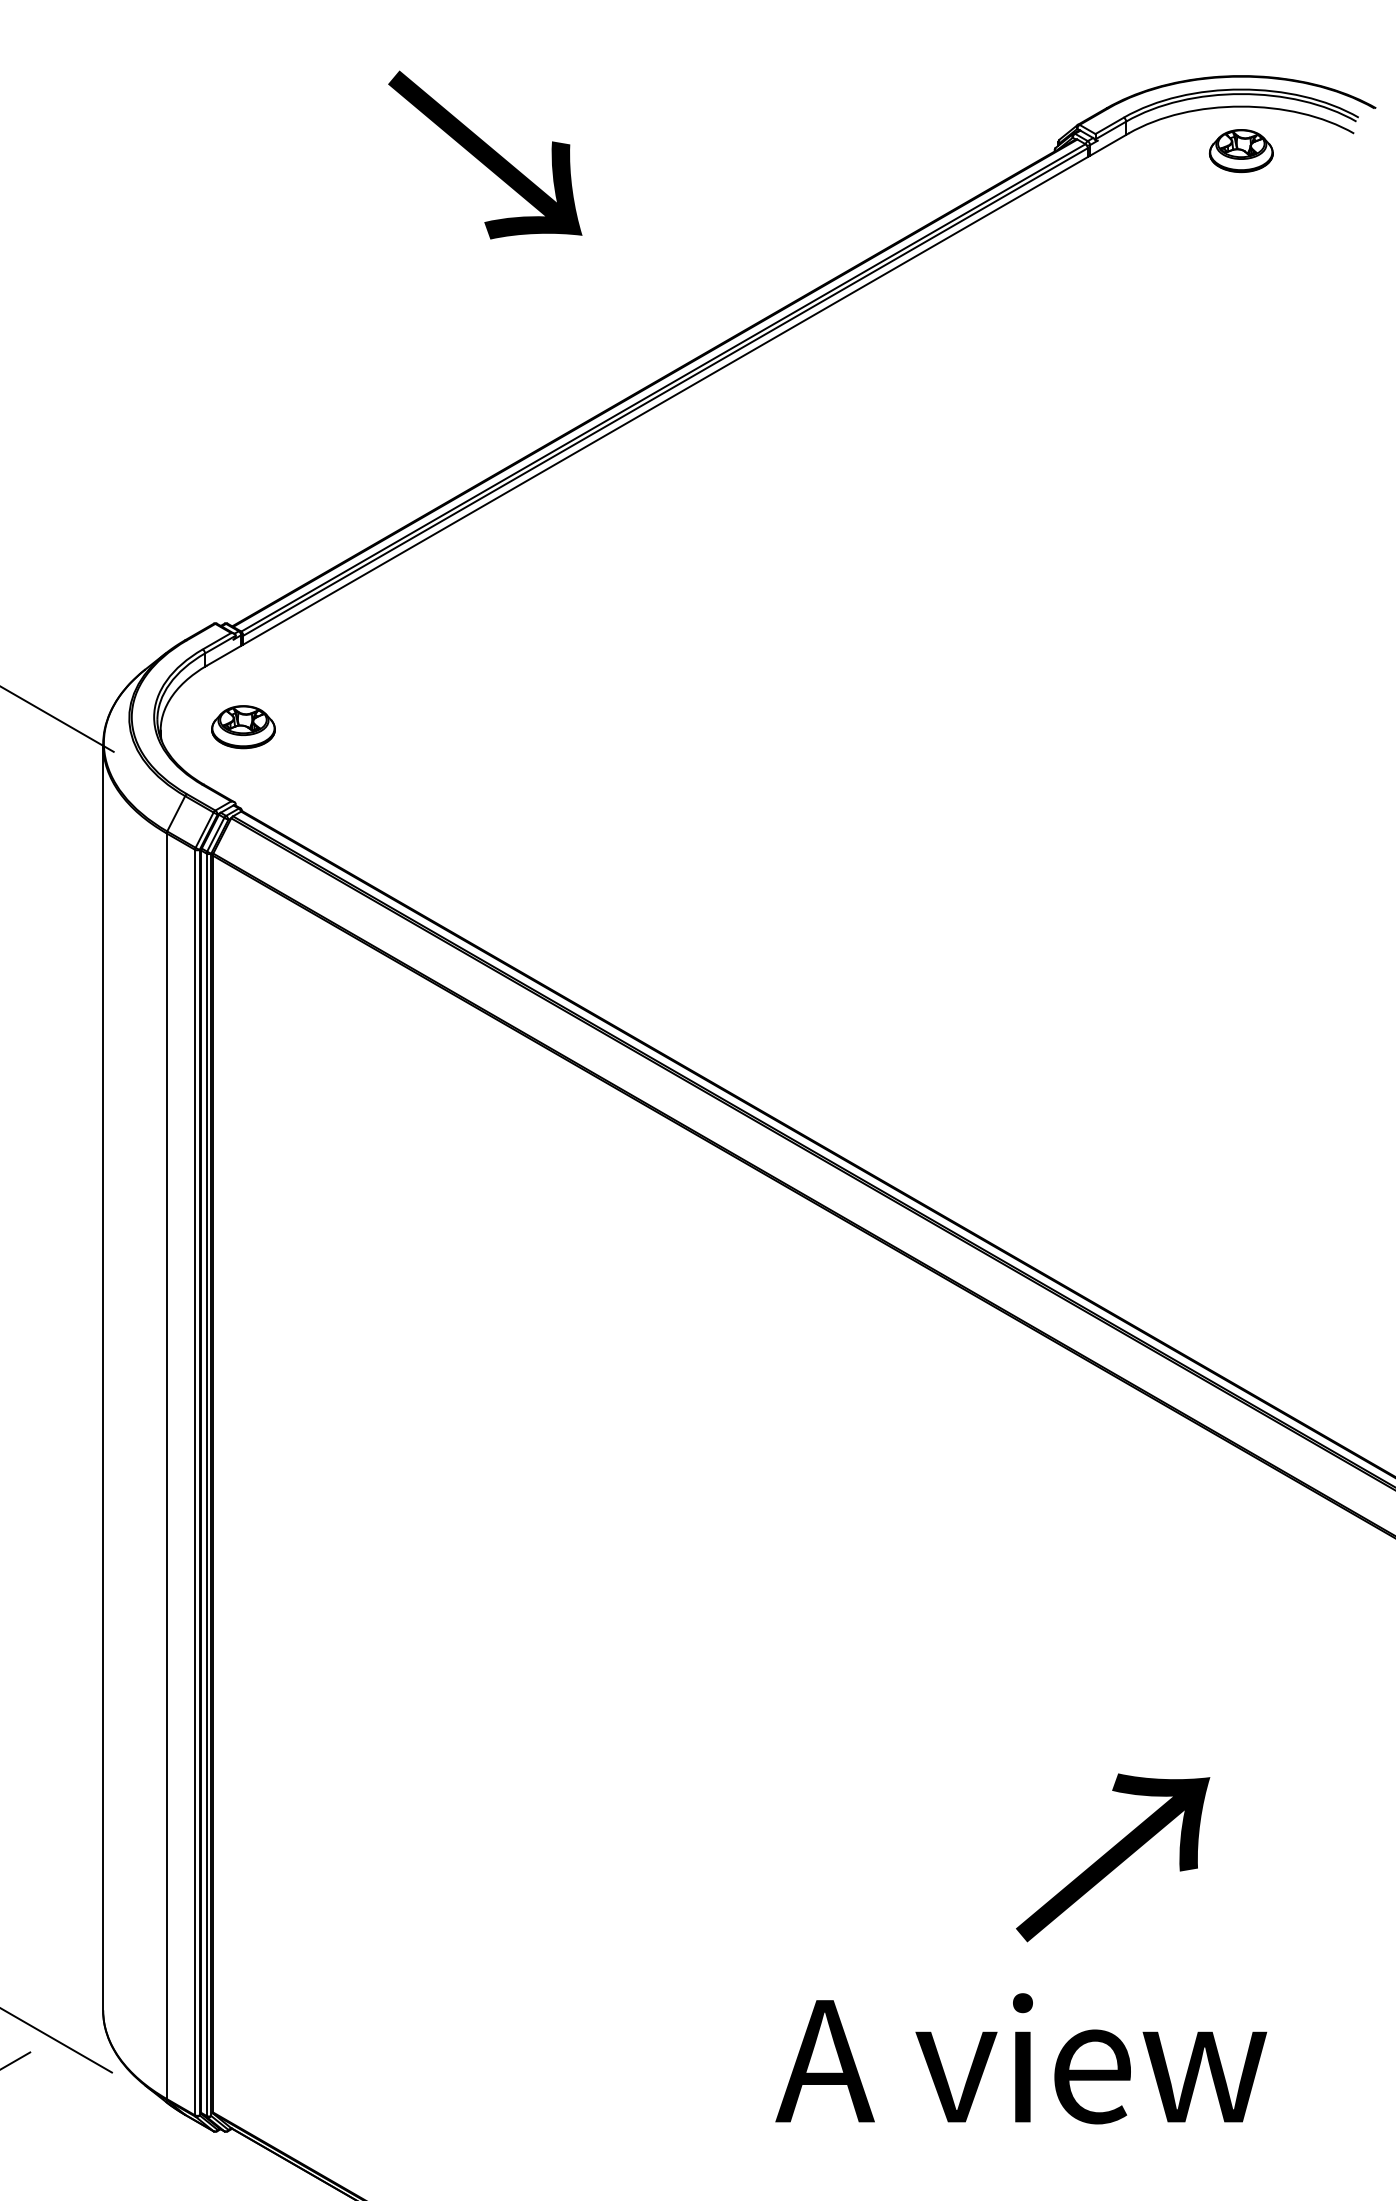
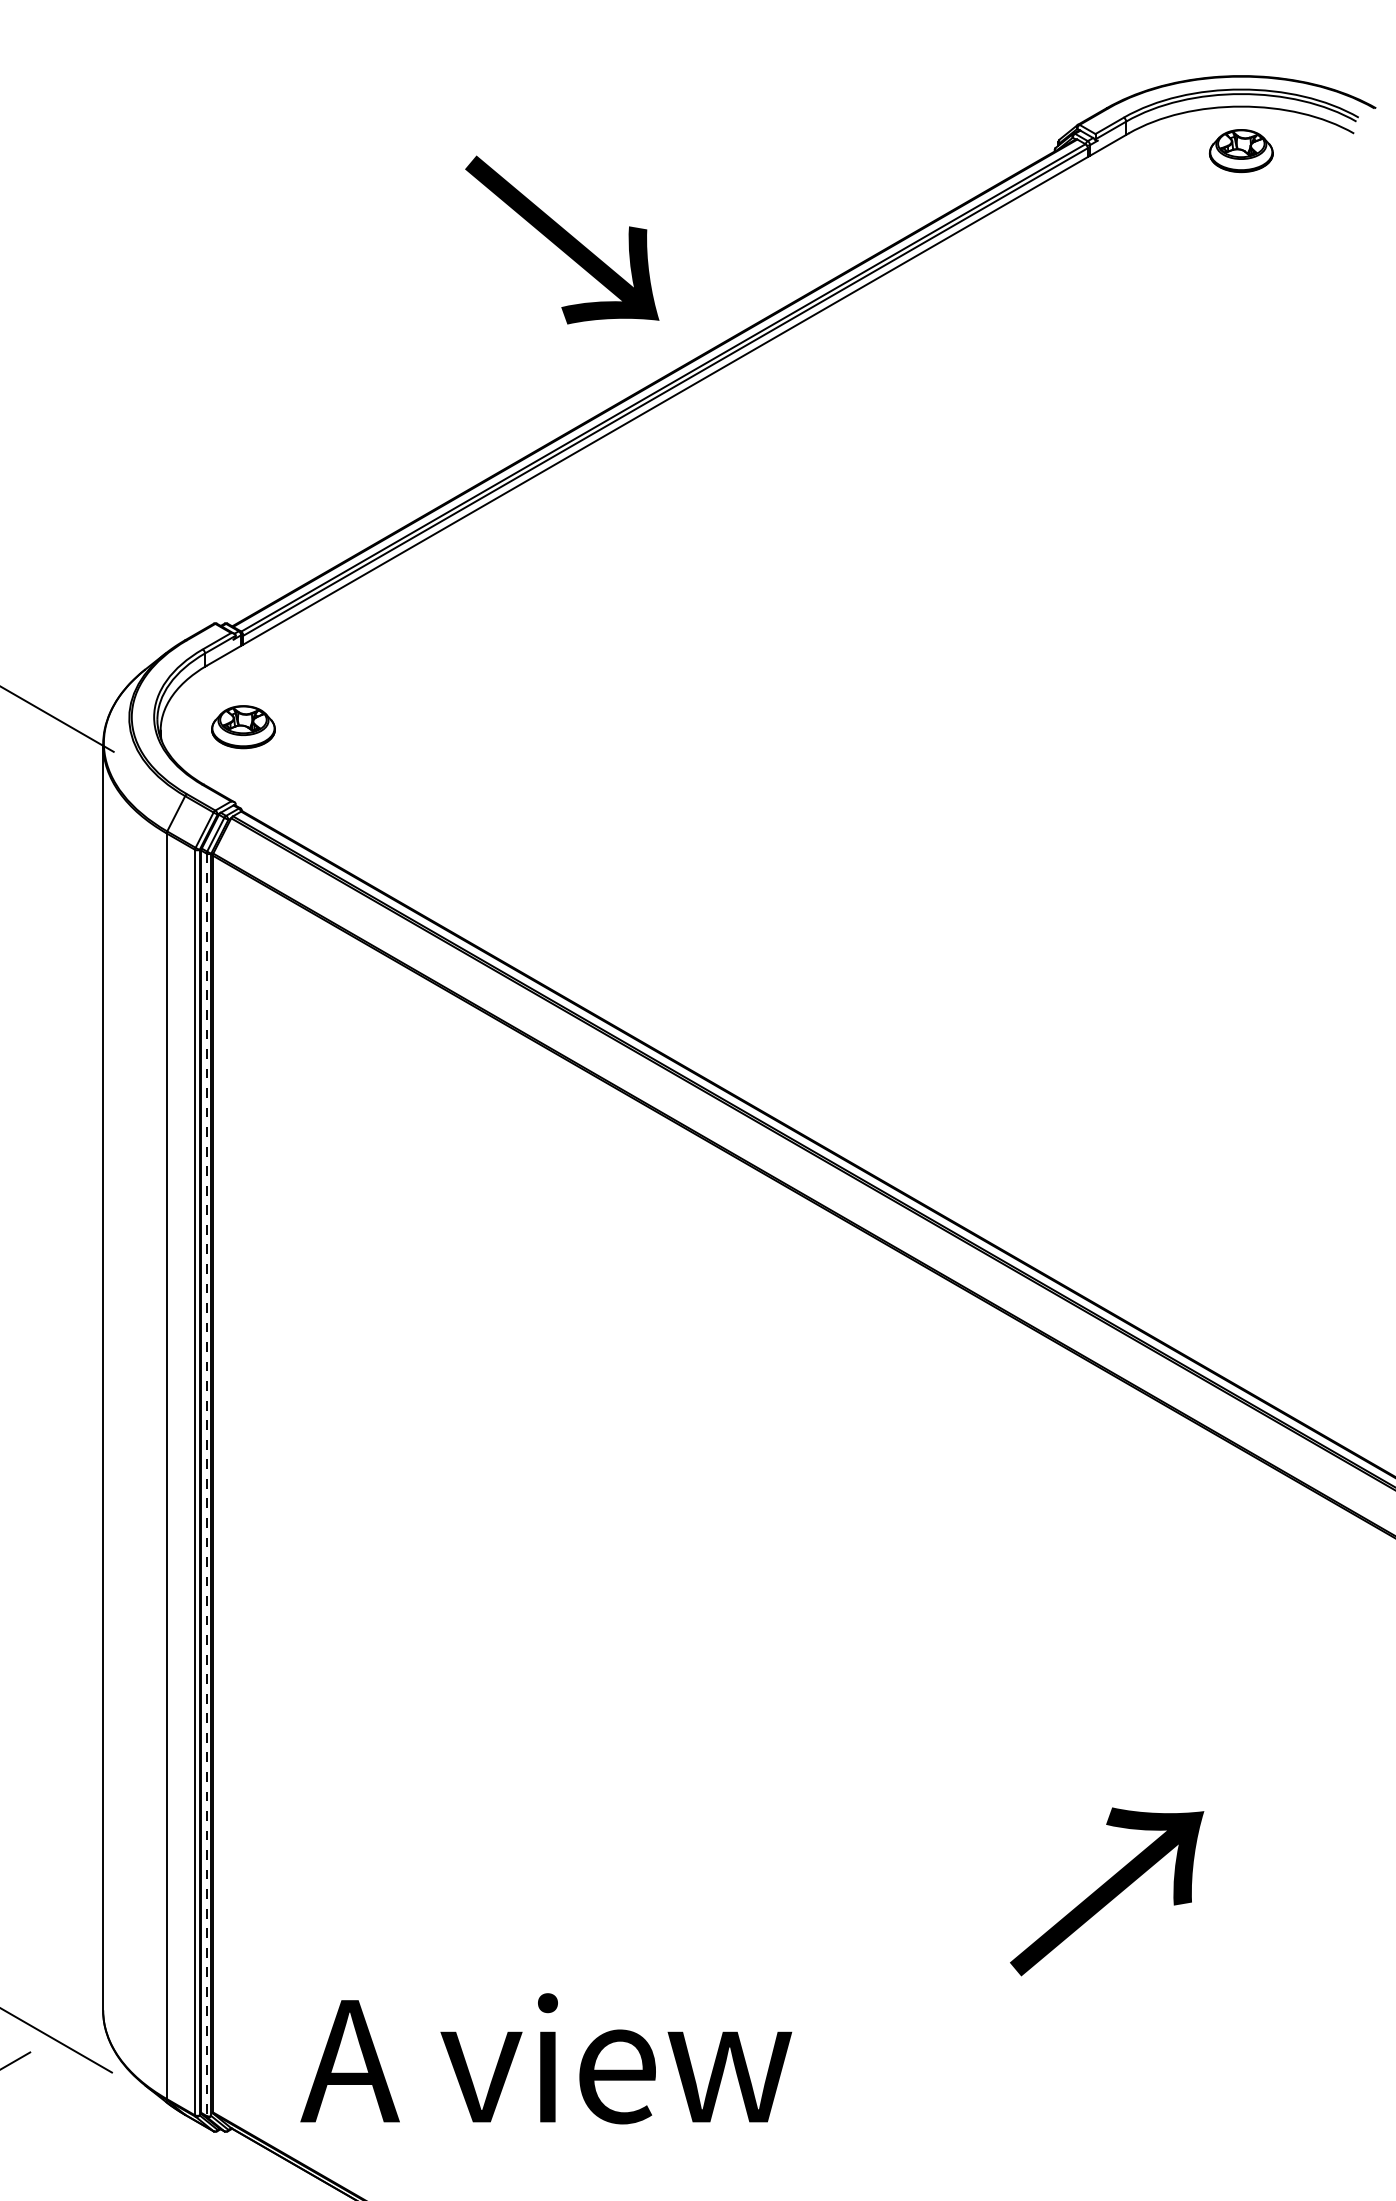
text at (485, 154) position: (485, 154) -> (562, 239)
line at (206, 1485): solid -> dashed
text at (1113, 1857) position: (1113, 1857) -> (1107, 1891)
text at (1021, 2058) position: (1021, 2058) -> (546, 2058)
